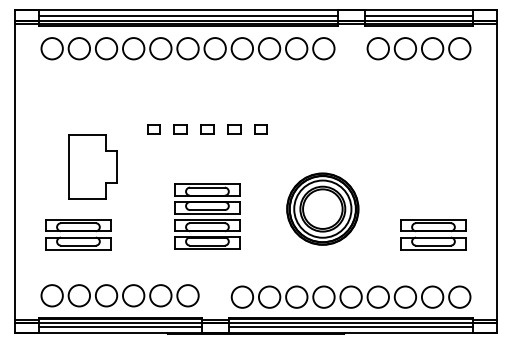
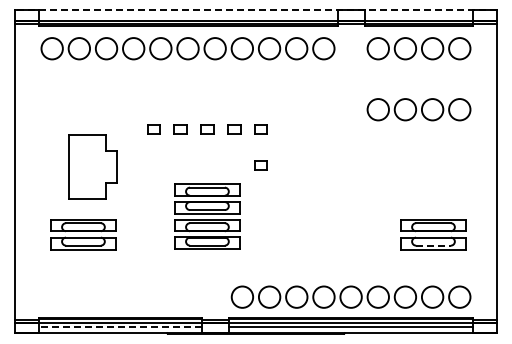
line at (255, 10): solid -> dashed
line at (187, 16): present -> none
line at (418, 16): present -> none
part at (418, 109): none -> present
part at (260, 165): none -> present
part at (322, 208): present -> none
part at (78, 234) position: (78, 234) -> (83, 234)
line at (433, 245): solid -> dashed
part at (119, 295): present -> none
line at (119, 327): solid -> dashed
